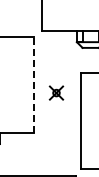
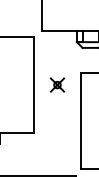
line at (34, 84): dashed -> solid
part at (56, 92) position: (56, 92) -> (57, 84)
